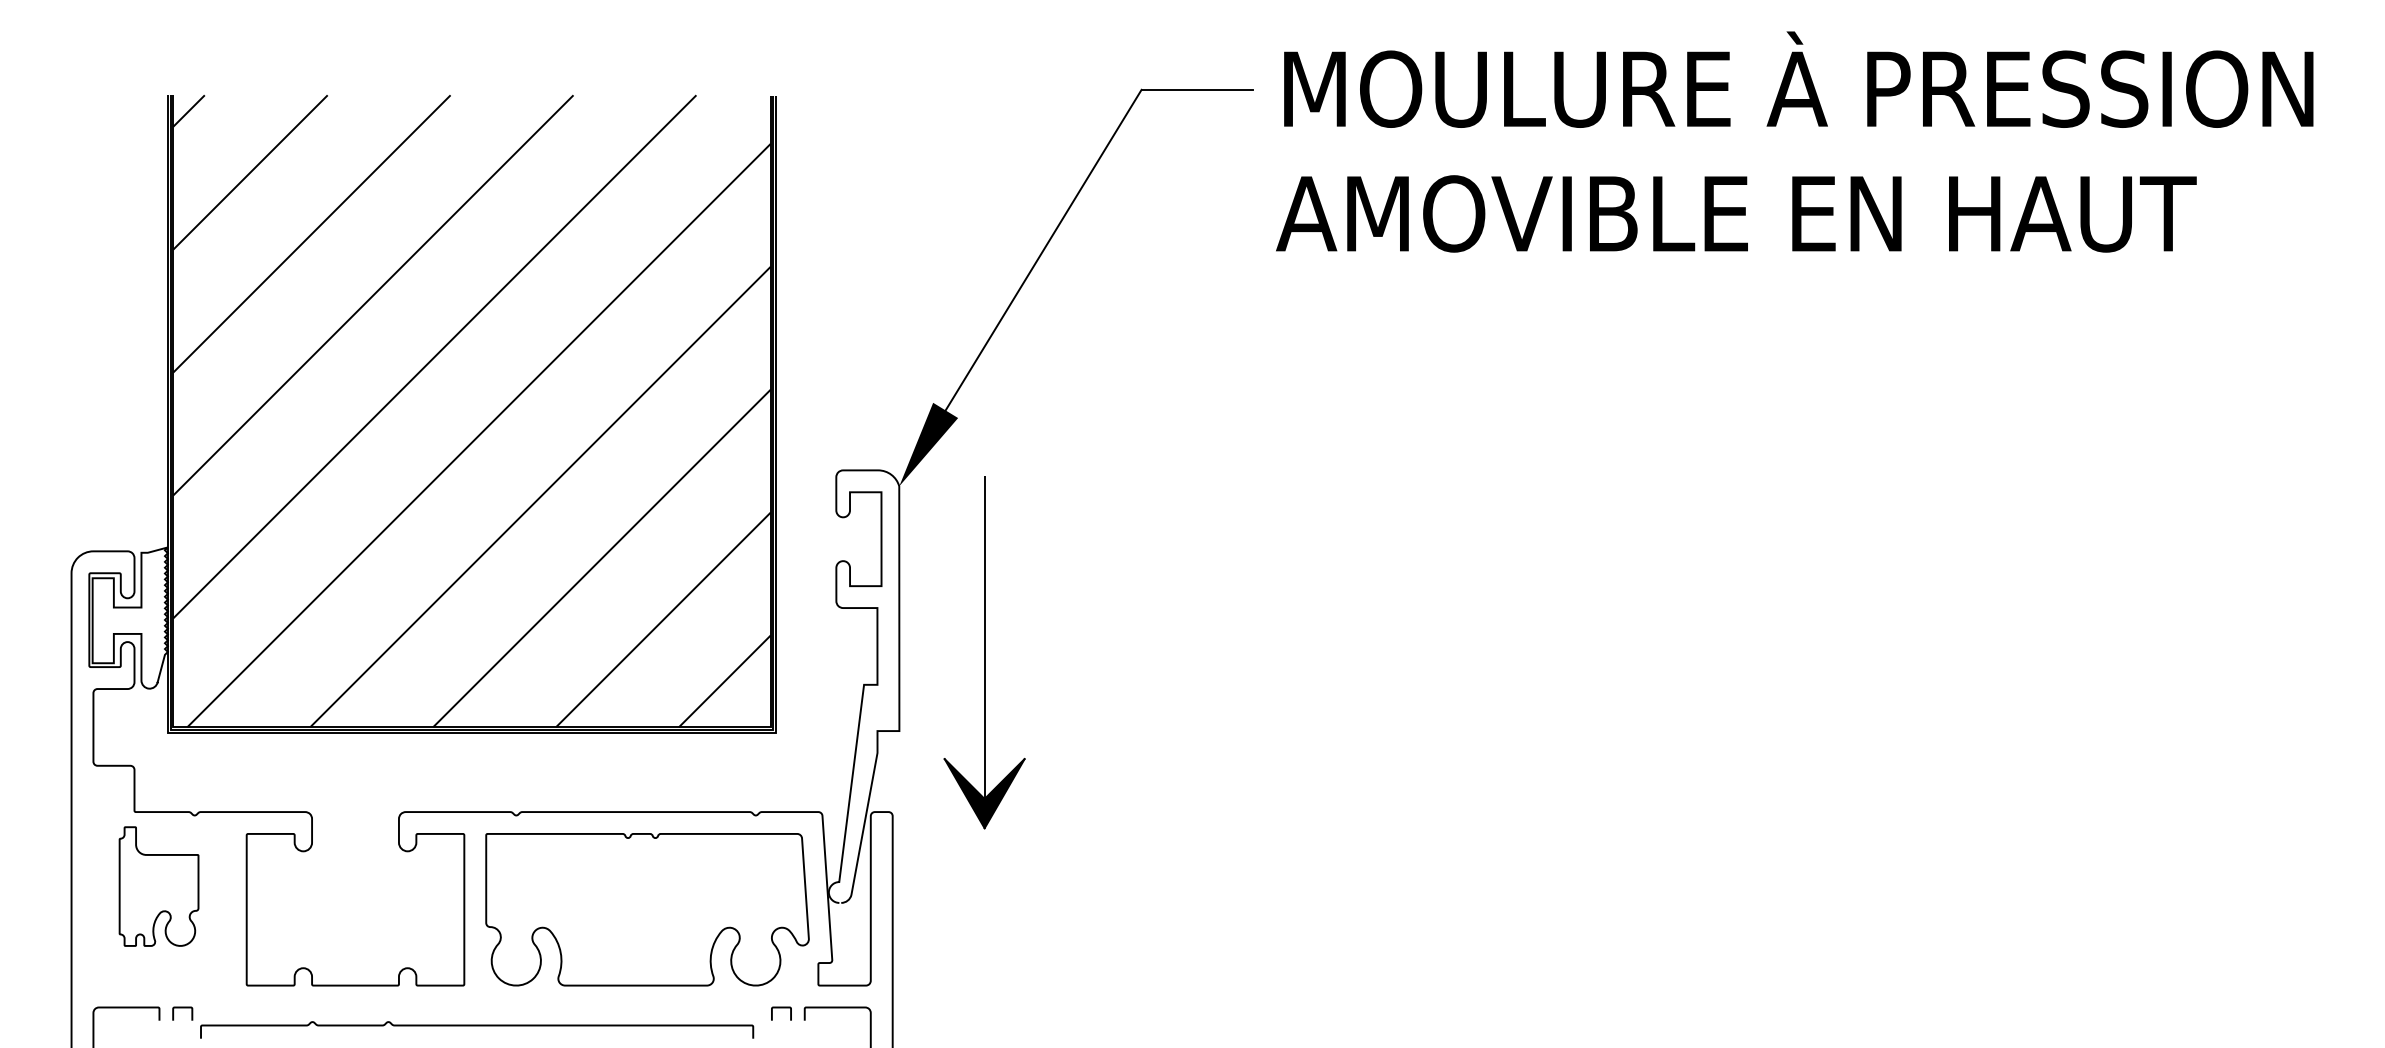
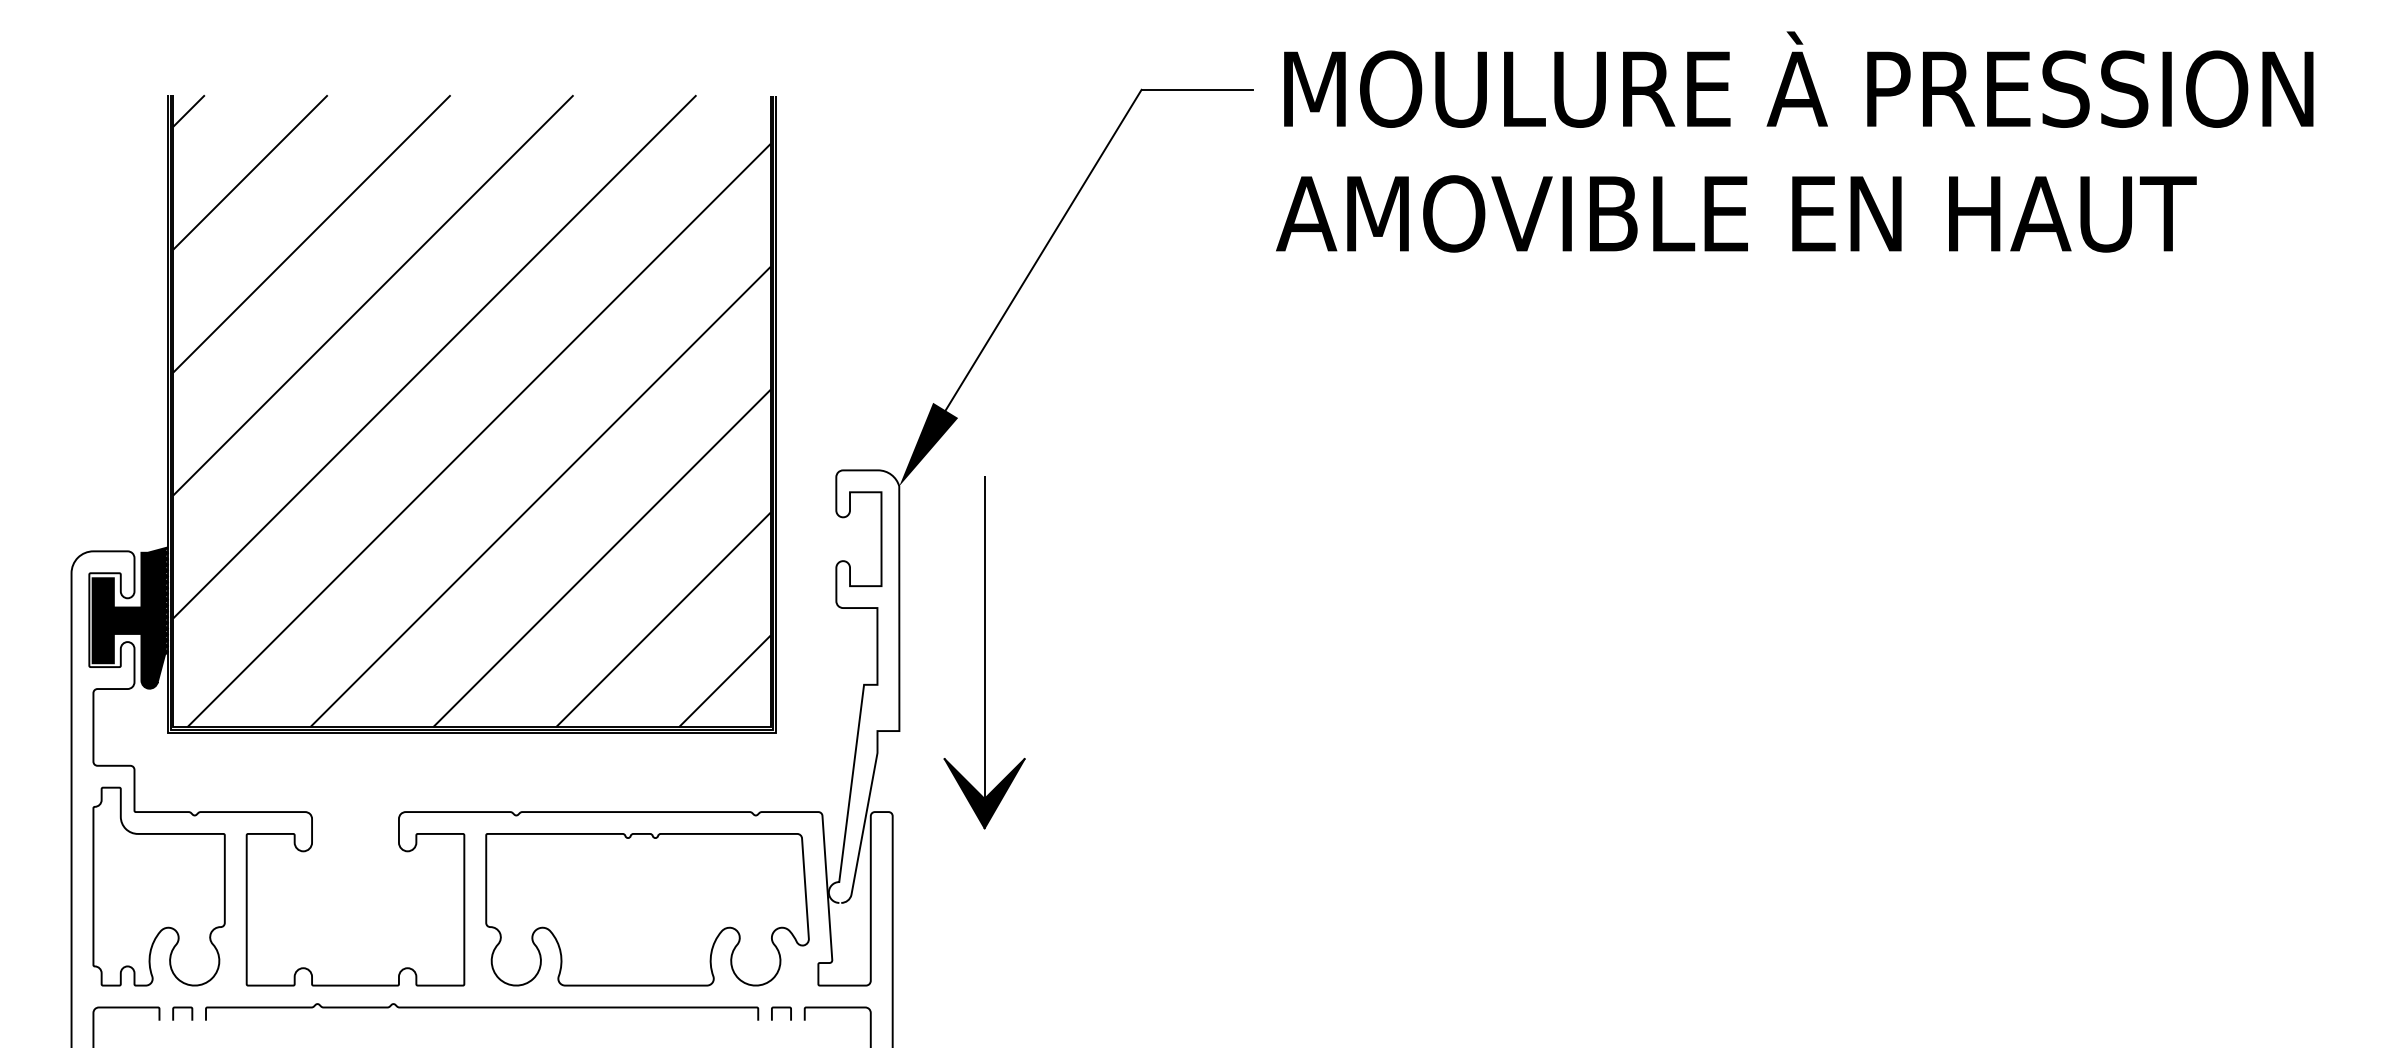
fill at (129, 617): none -> present
part at (158, 886) size: 82x121 px -> 134x201 px
curve at (477, 1026) position: (477, 1026) -> (482, 1008)
